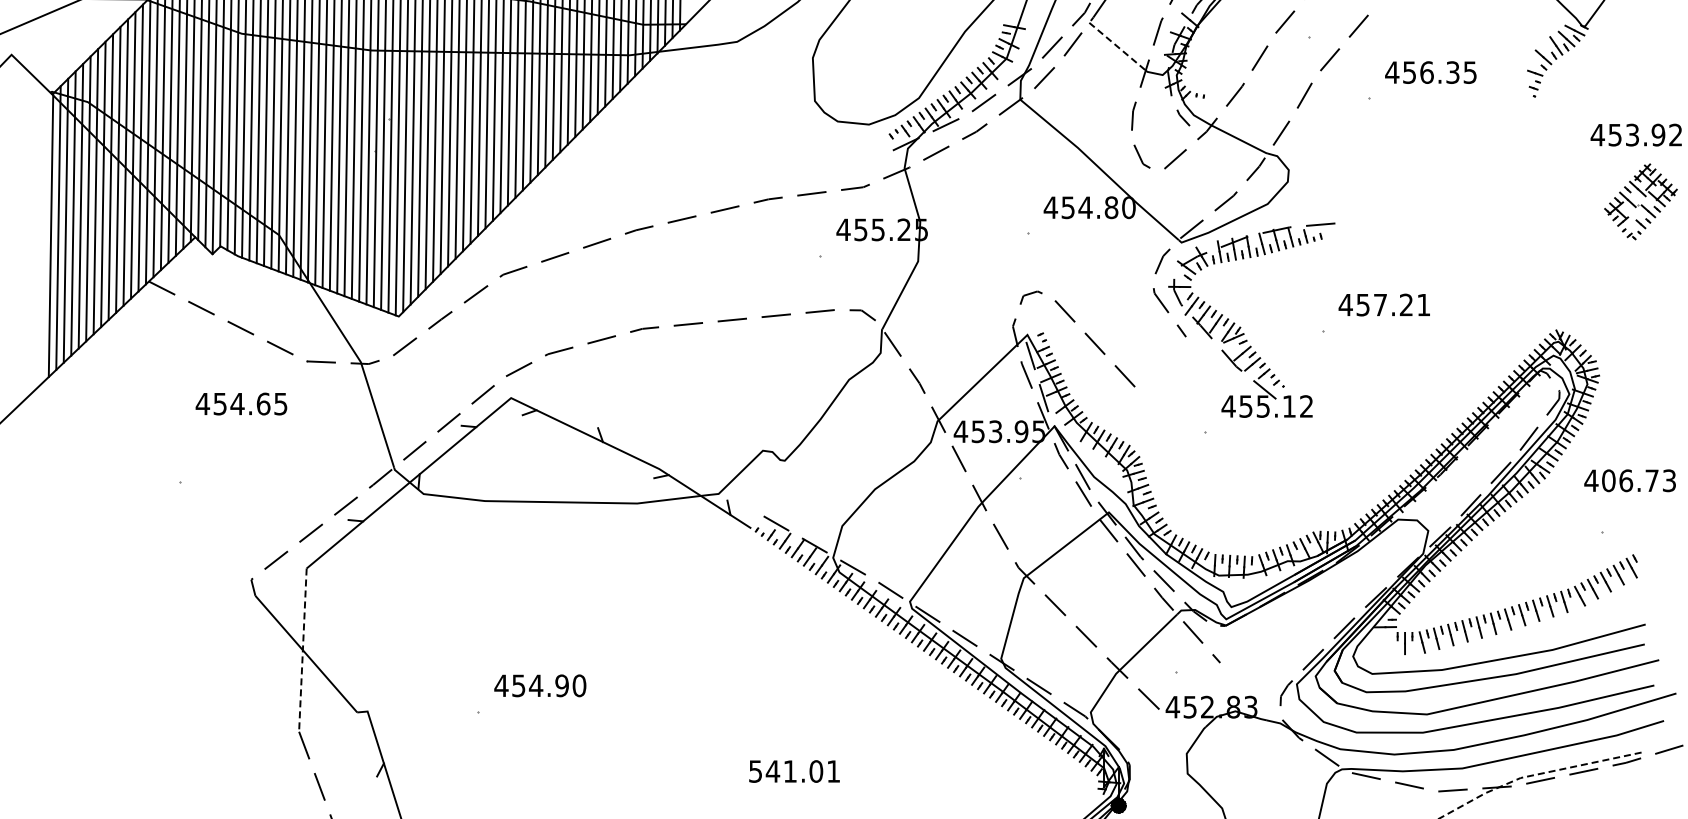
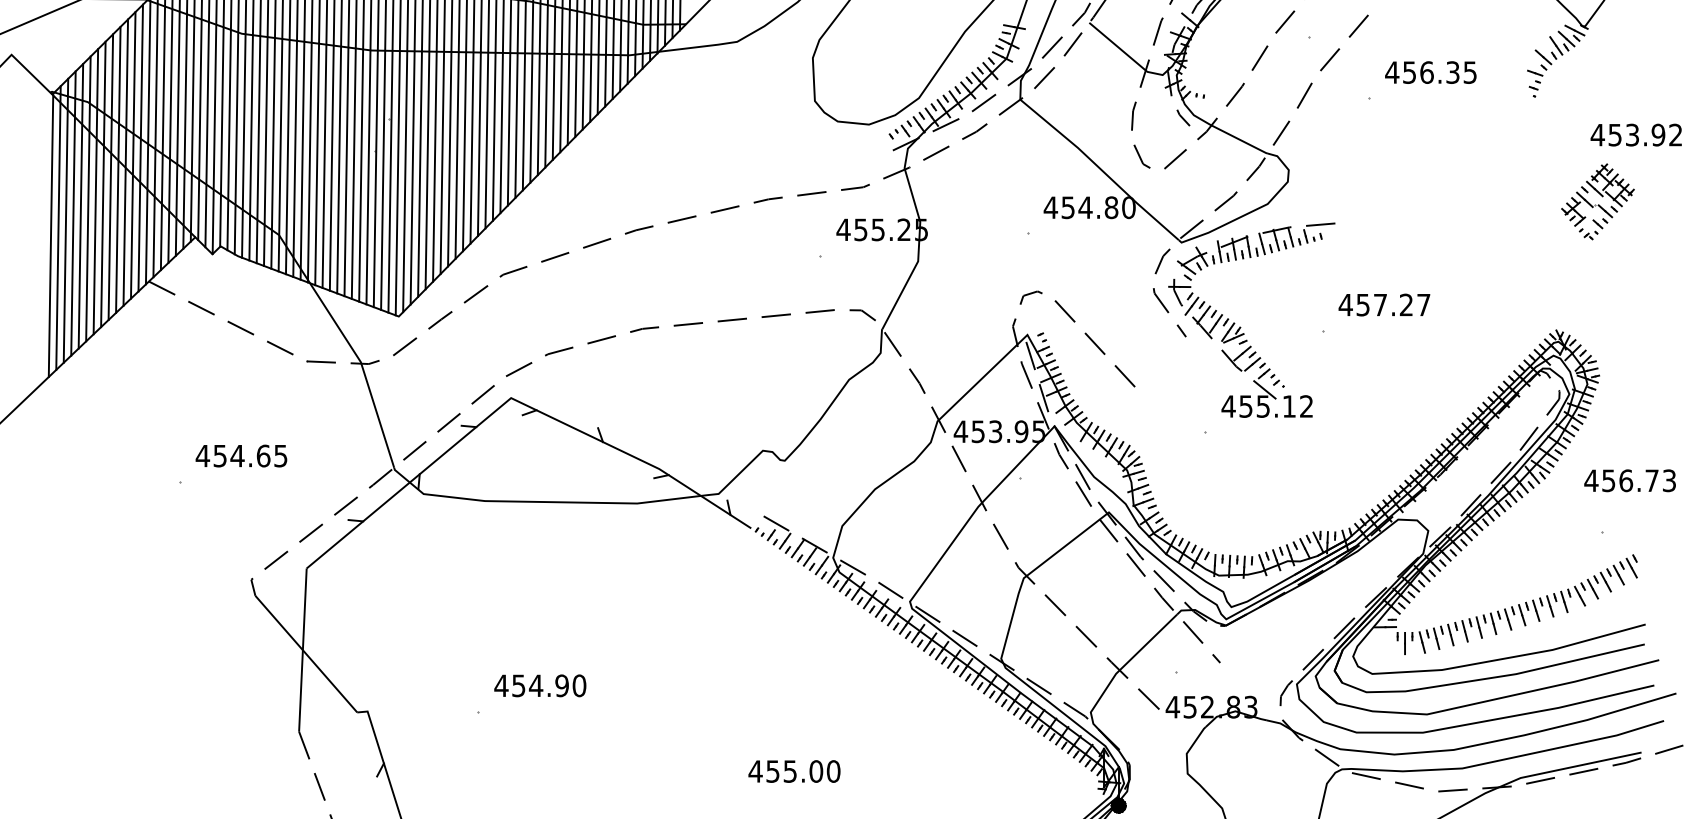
line at (1117, 46): dashed -> solid
part at (1640, 201) position: (1640, 201) -> (1597, 201)
text at (1423, 305): 457.21 -> 457.27
text at (241, 403) position: (241, 403) -> (241, 455)
text at (1608, 480): 406.73 -> 456.73
line at (302, 650): dashed -> solid
text at (794, 771): 541.01 -> 455.00
line at (1535, 774): dashed -> solid
